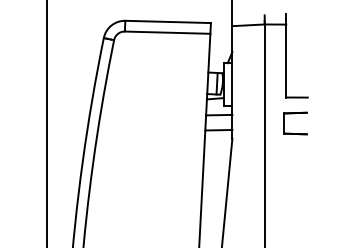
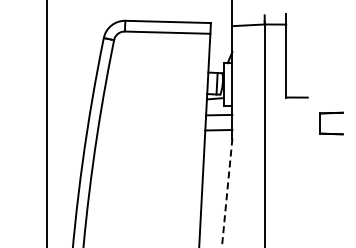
part at (294, 114) position: (294, 114) -> (330, 114)
line at (227, 193): solid -> dashed
